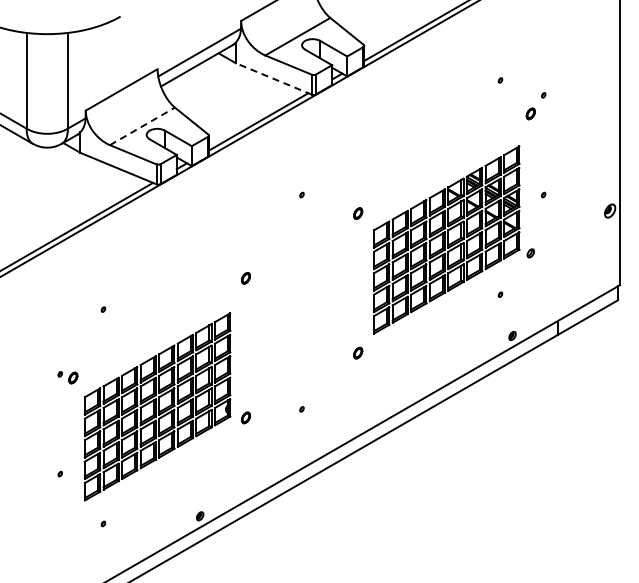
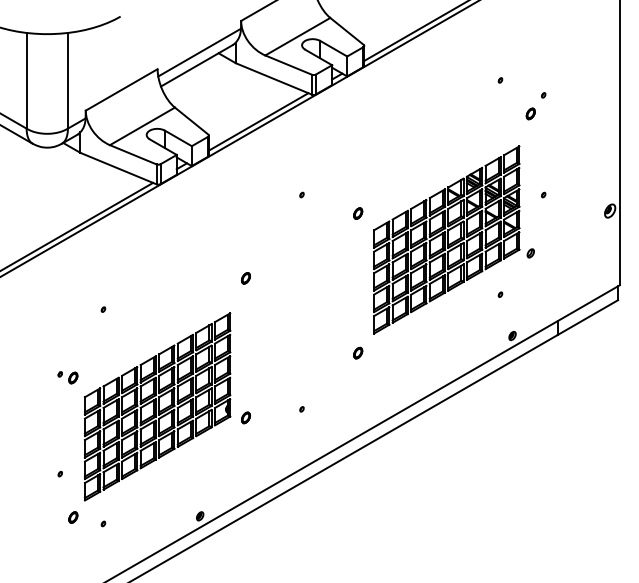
line at (273, 78): dashed -> solid
line at (142, 126): dashed -> solid
part at (73, 517): none -> present
